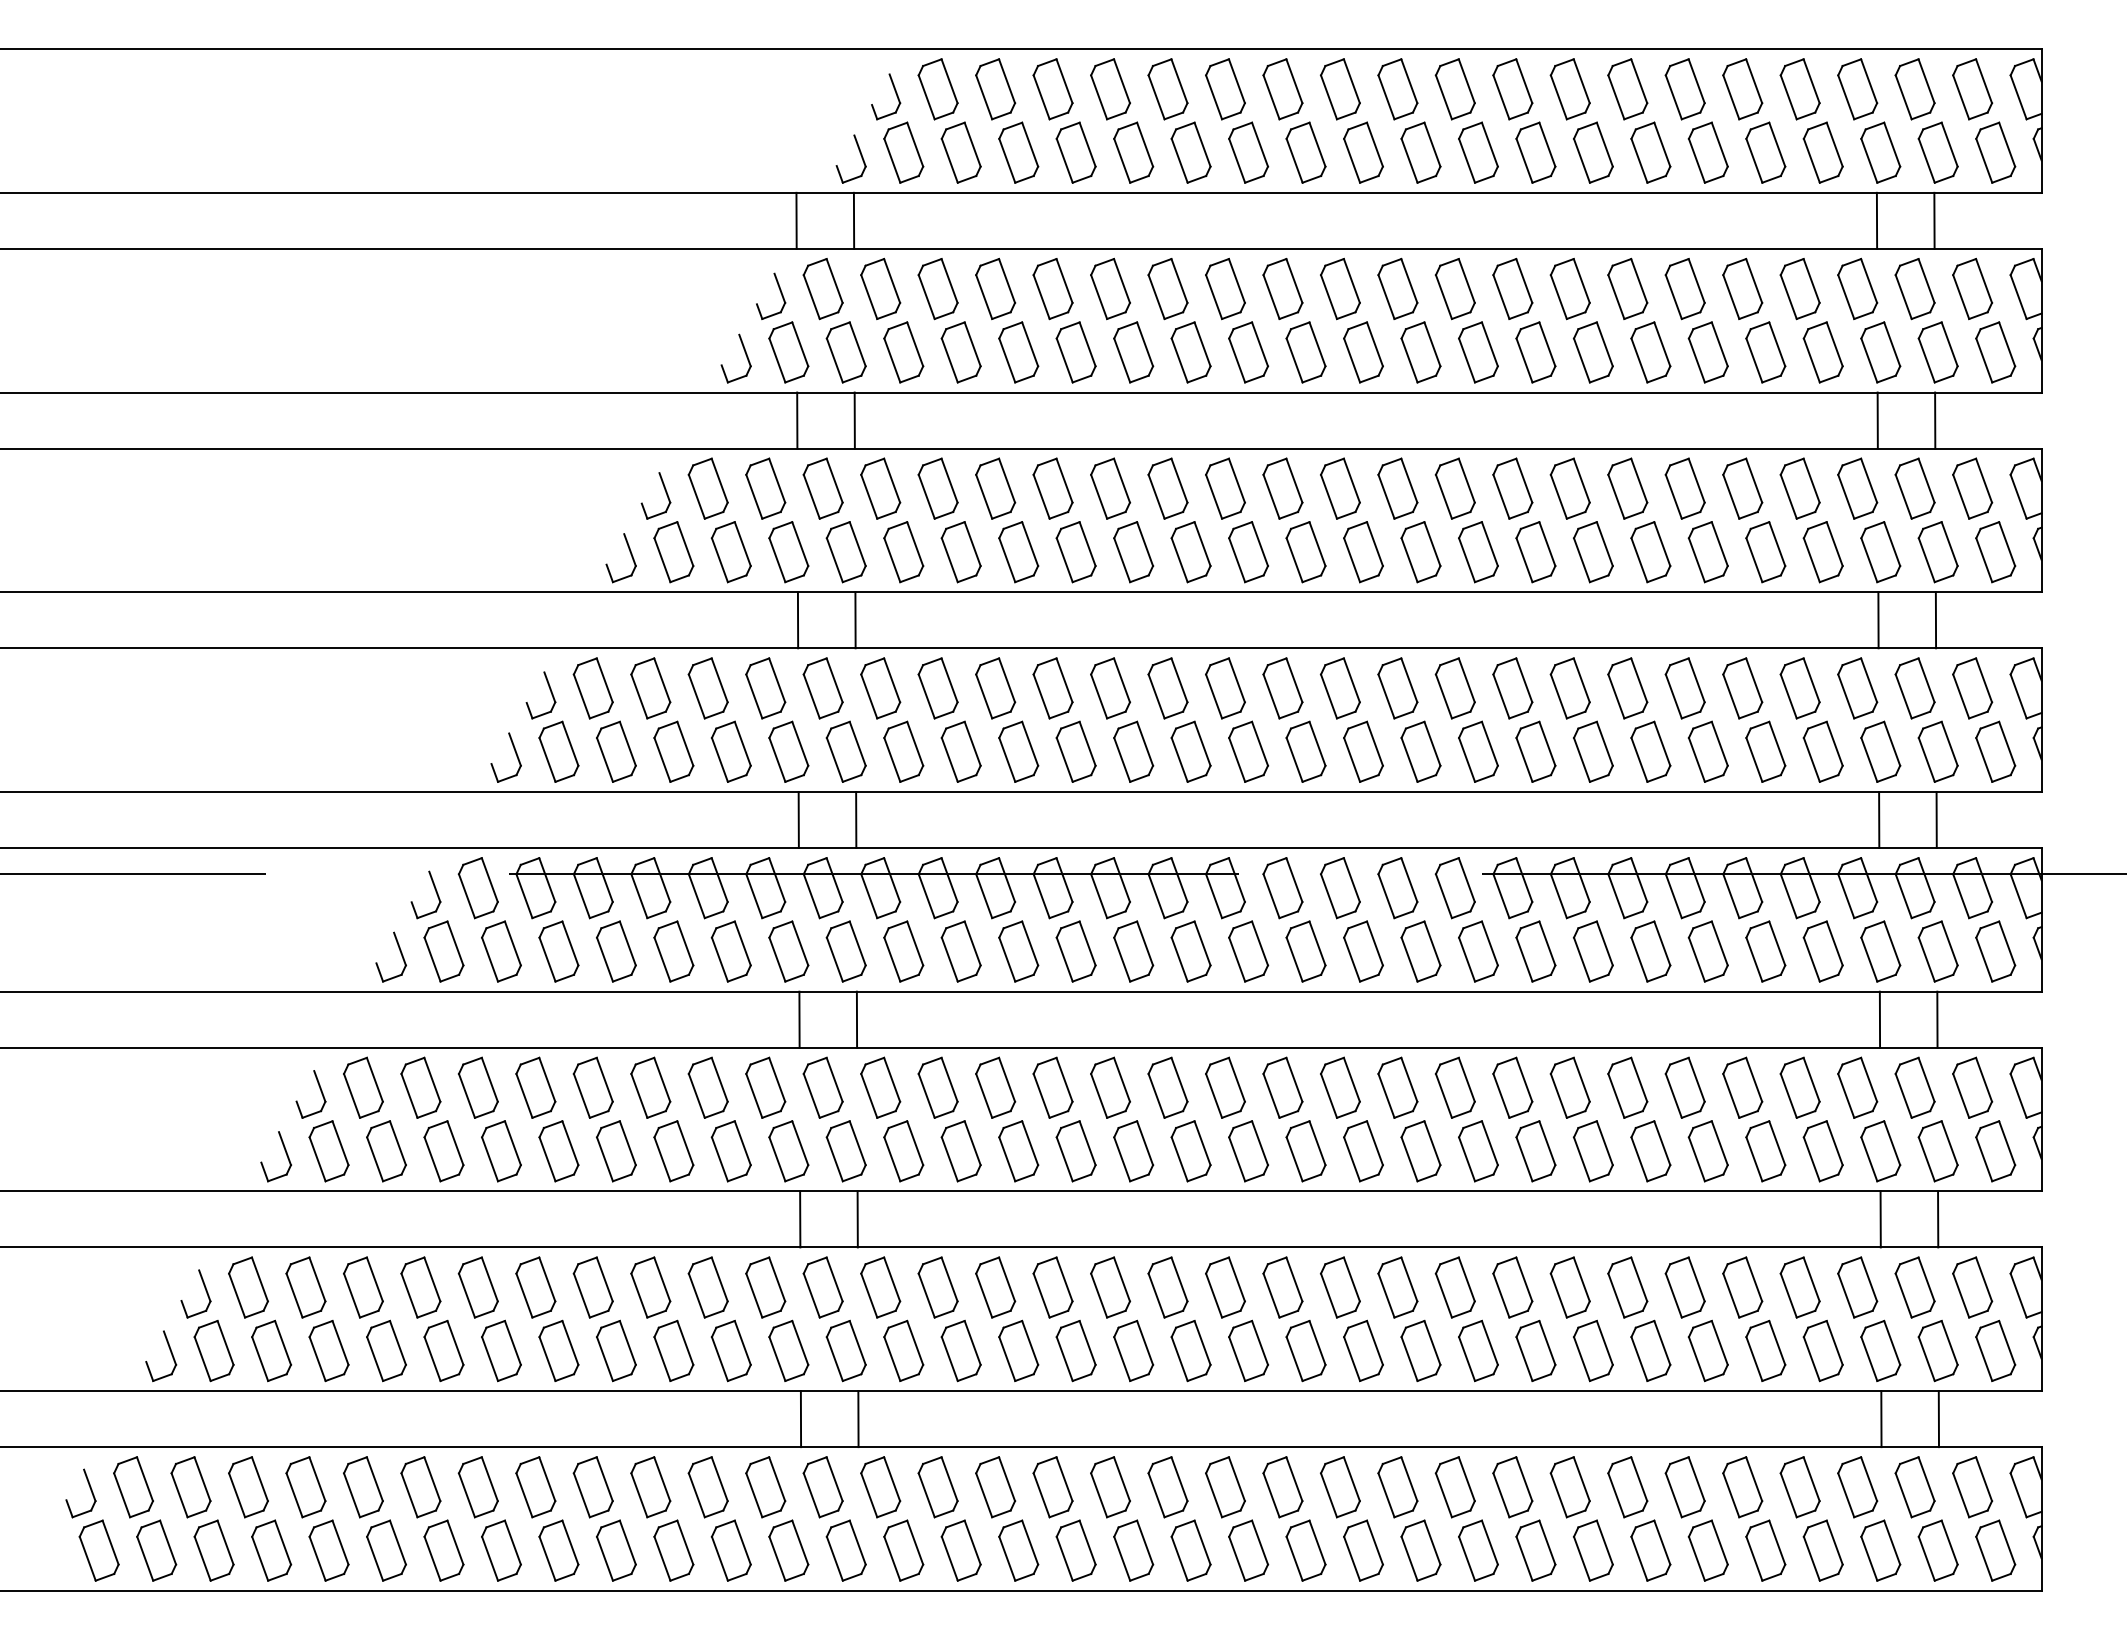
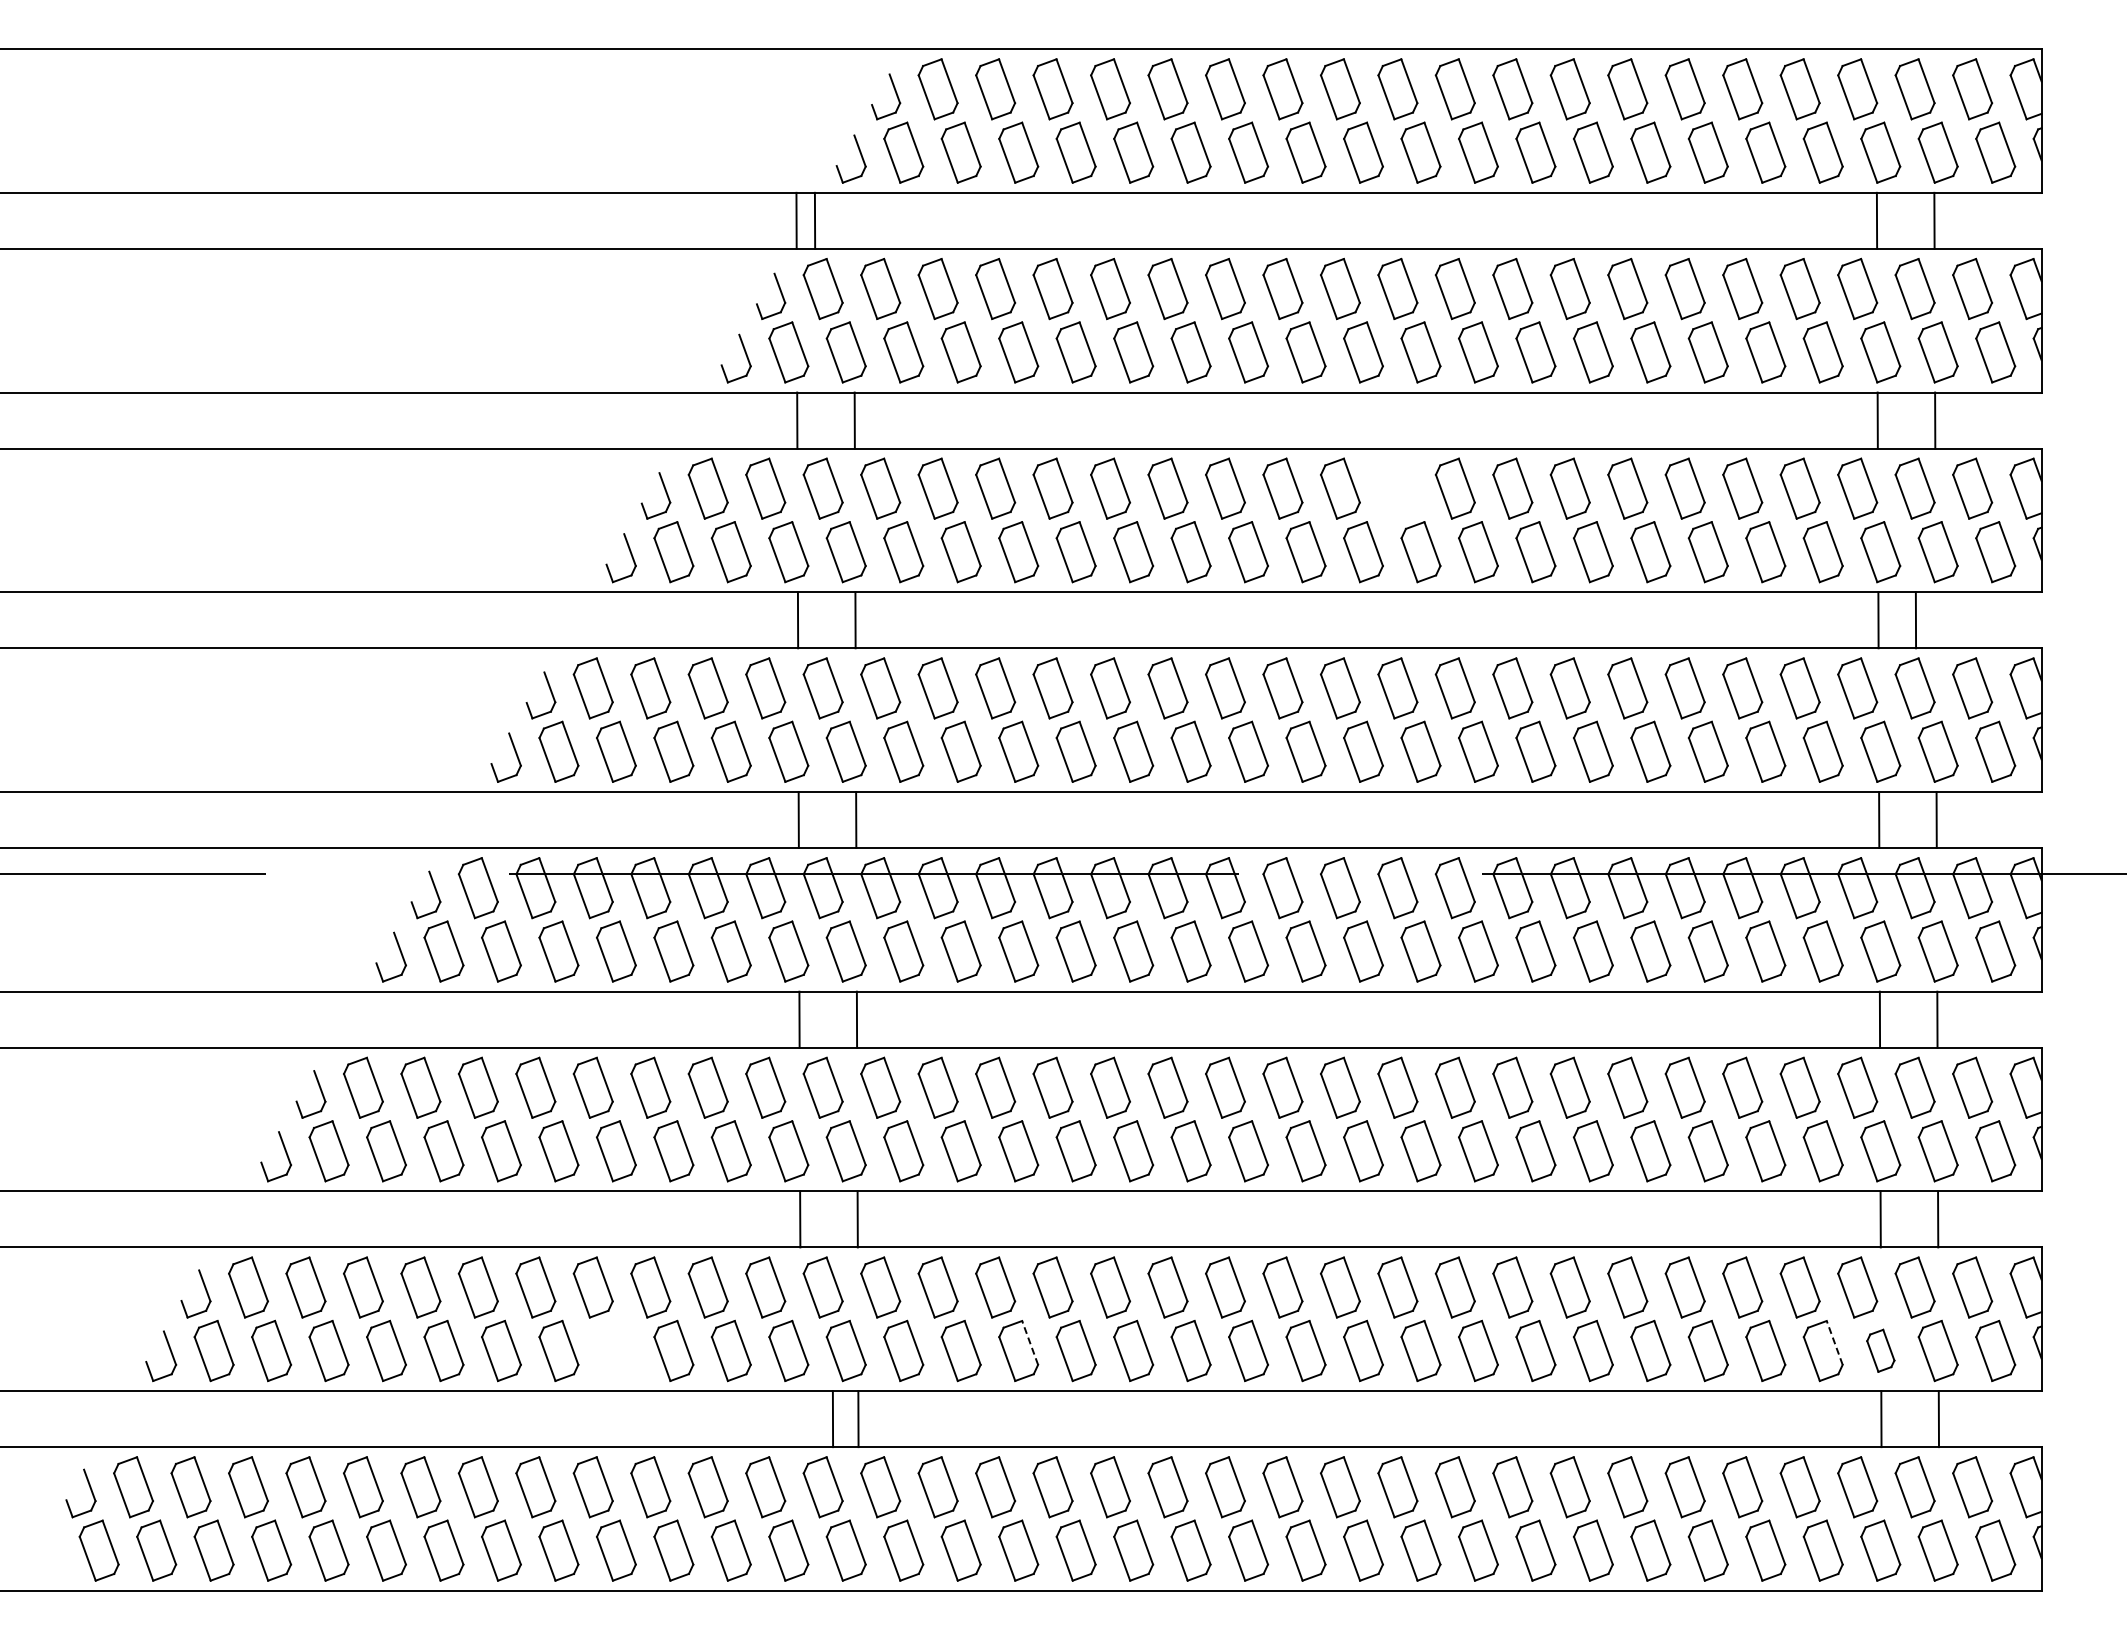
line at (853, 220) position: (853, 220) -> (814, 220)
part at (1397, 488): present -> none
line at (1935, 620) position: (1935, 620) -> (1915, 620)
line at (1029, 1342): solid -> dashed
line at (1834, 1342): solid -> dashed
part at (616, 1350): present -> none
part at (1880, 1350) size: 42x63 px -> 30x45 px
line at (800, 1419) position: (800, 1419) -> (832, 1419)
